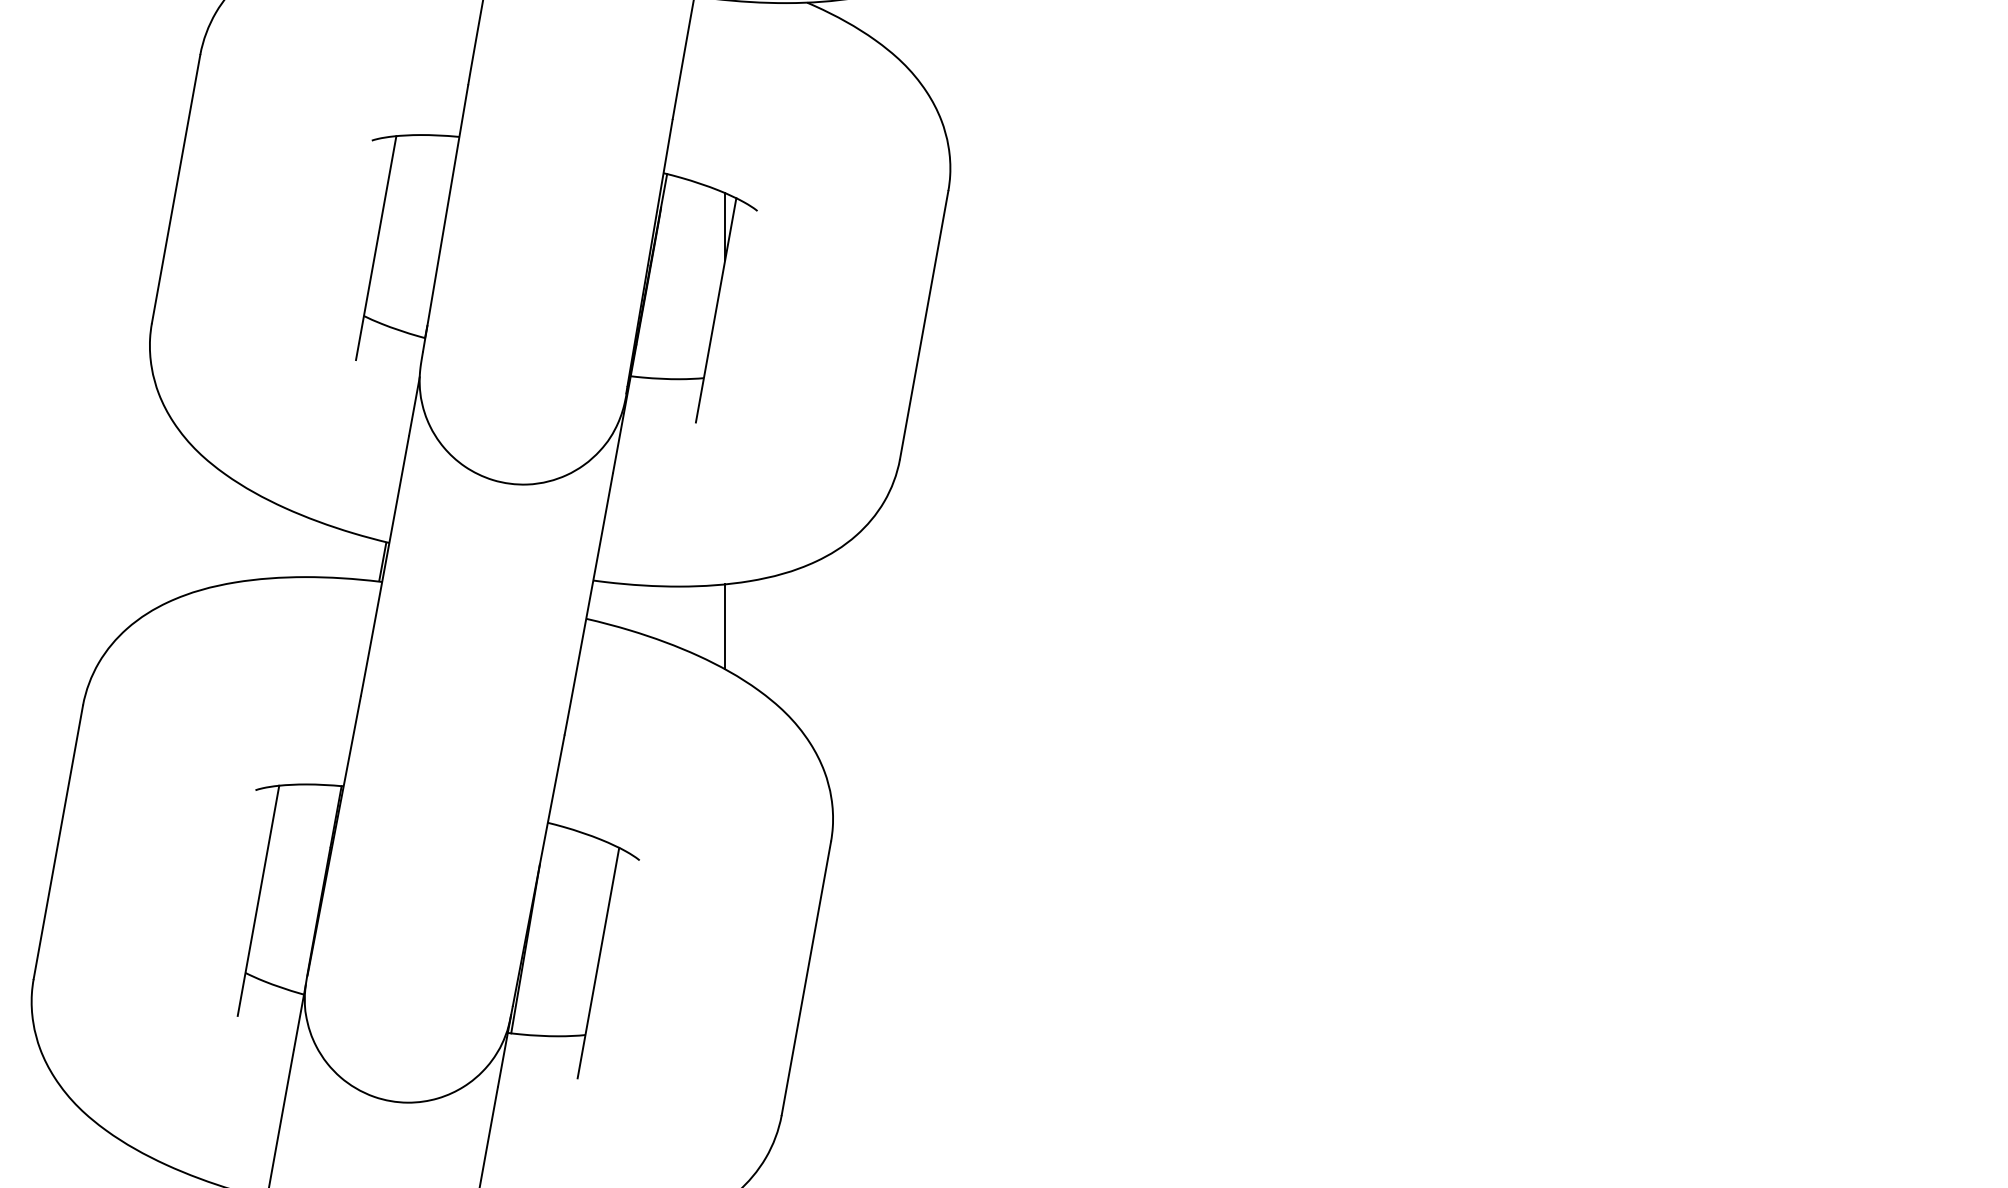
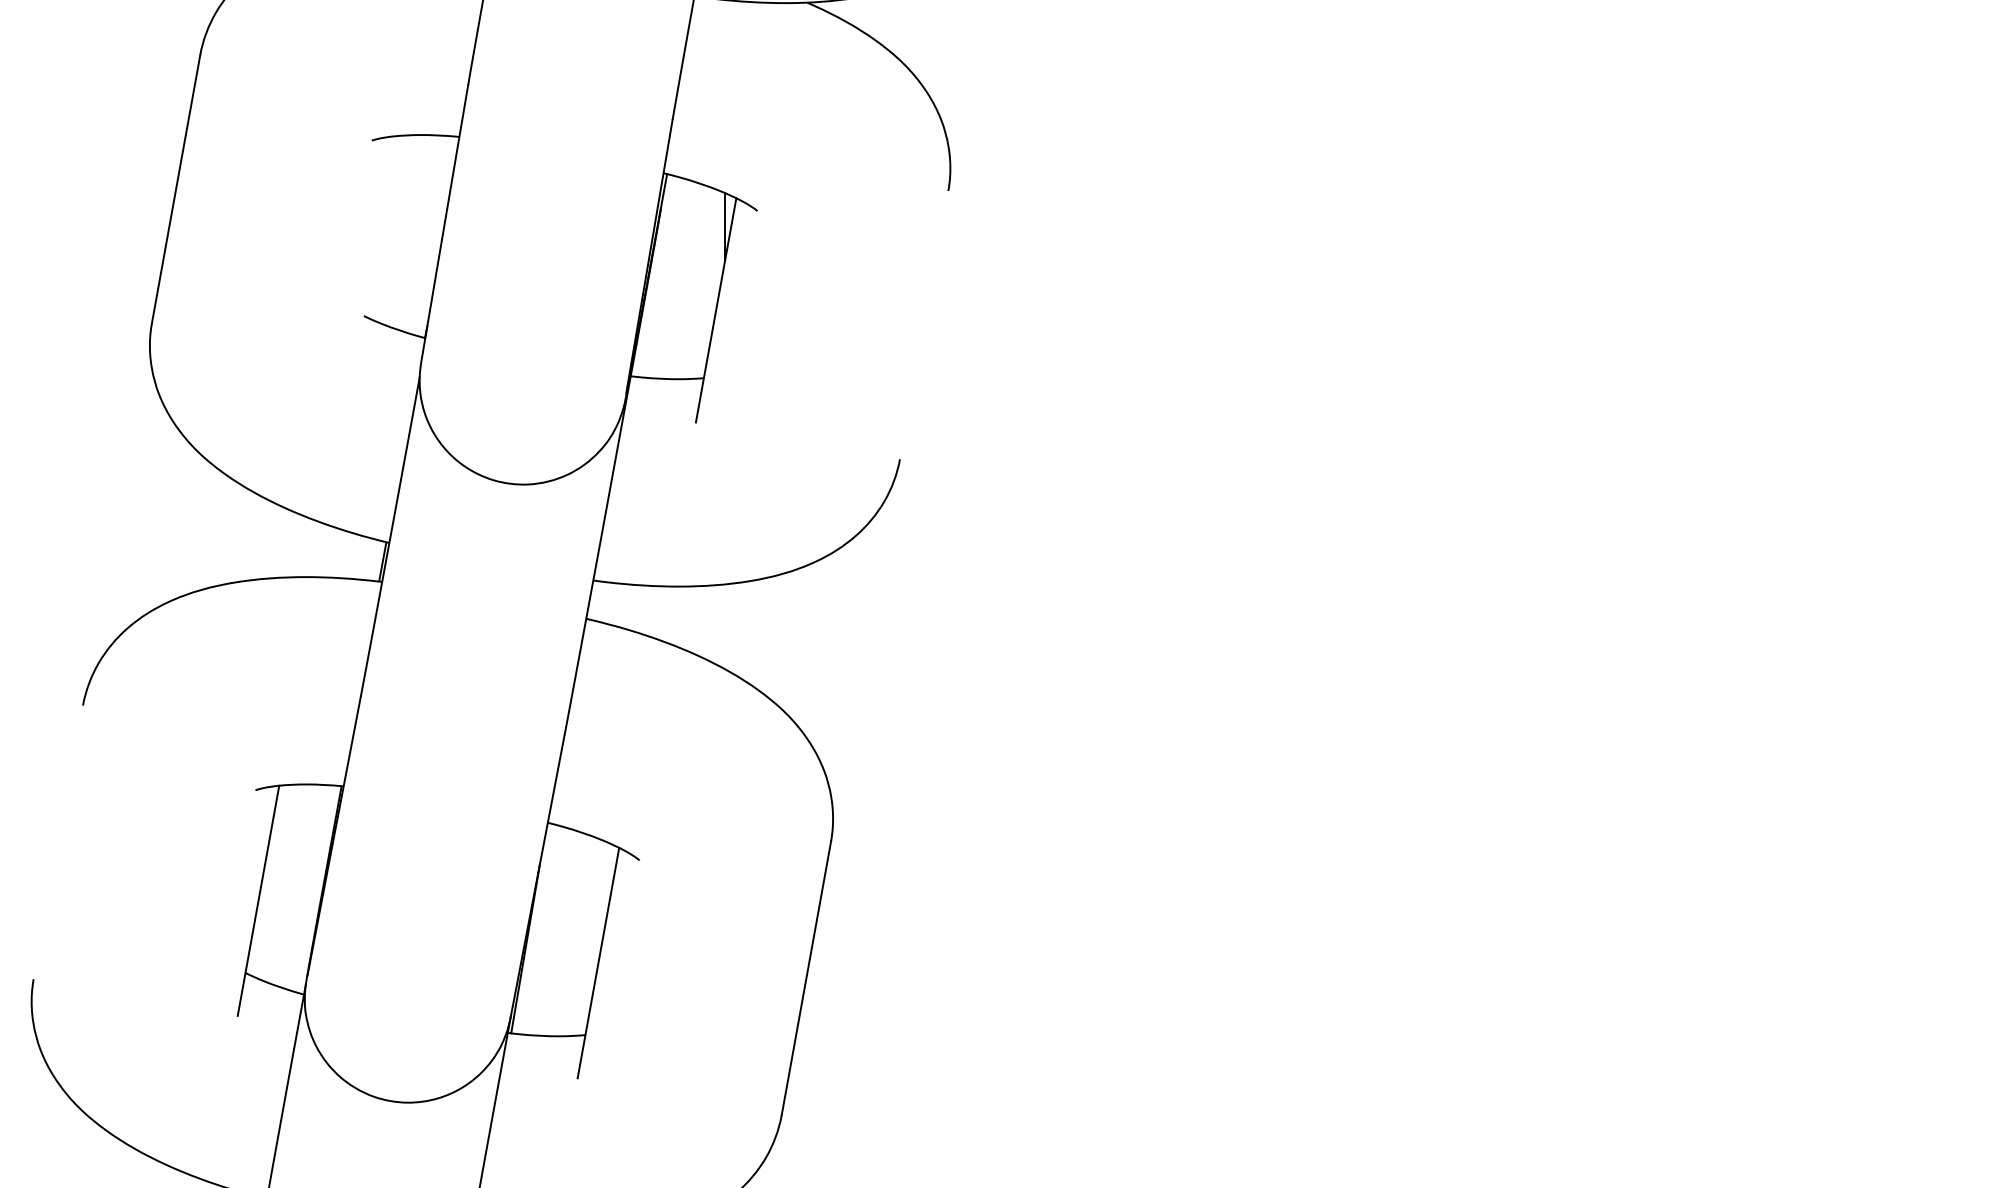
line at (376, 248): present -> none
line at (924, 325): present -> none
line at (725, 626): present -> none
line at (58, 842): present -> none
